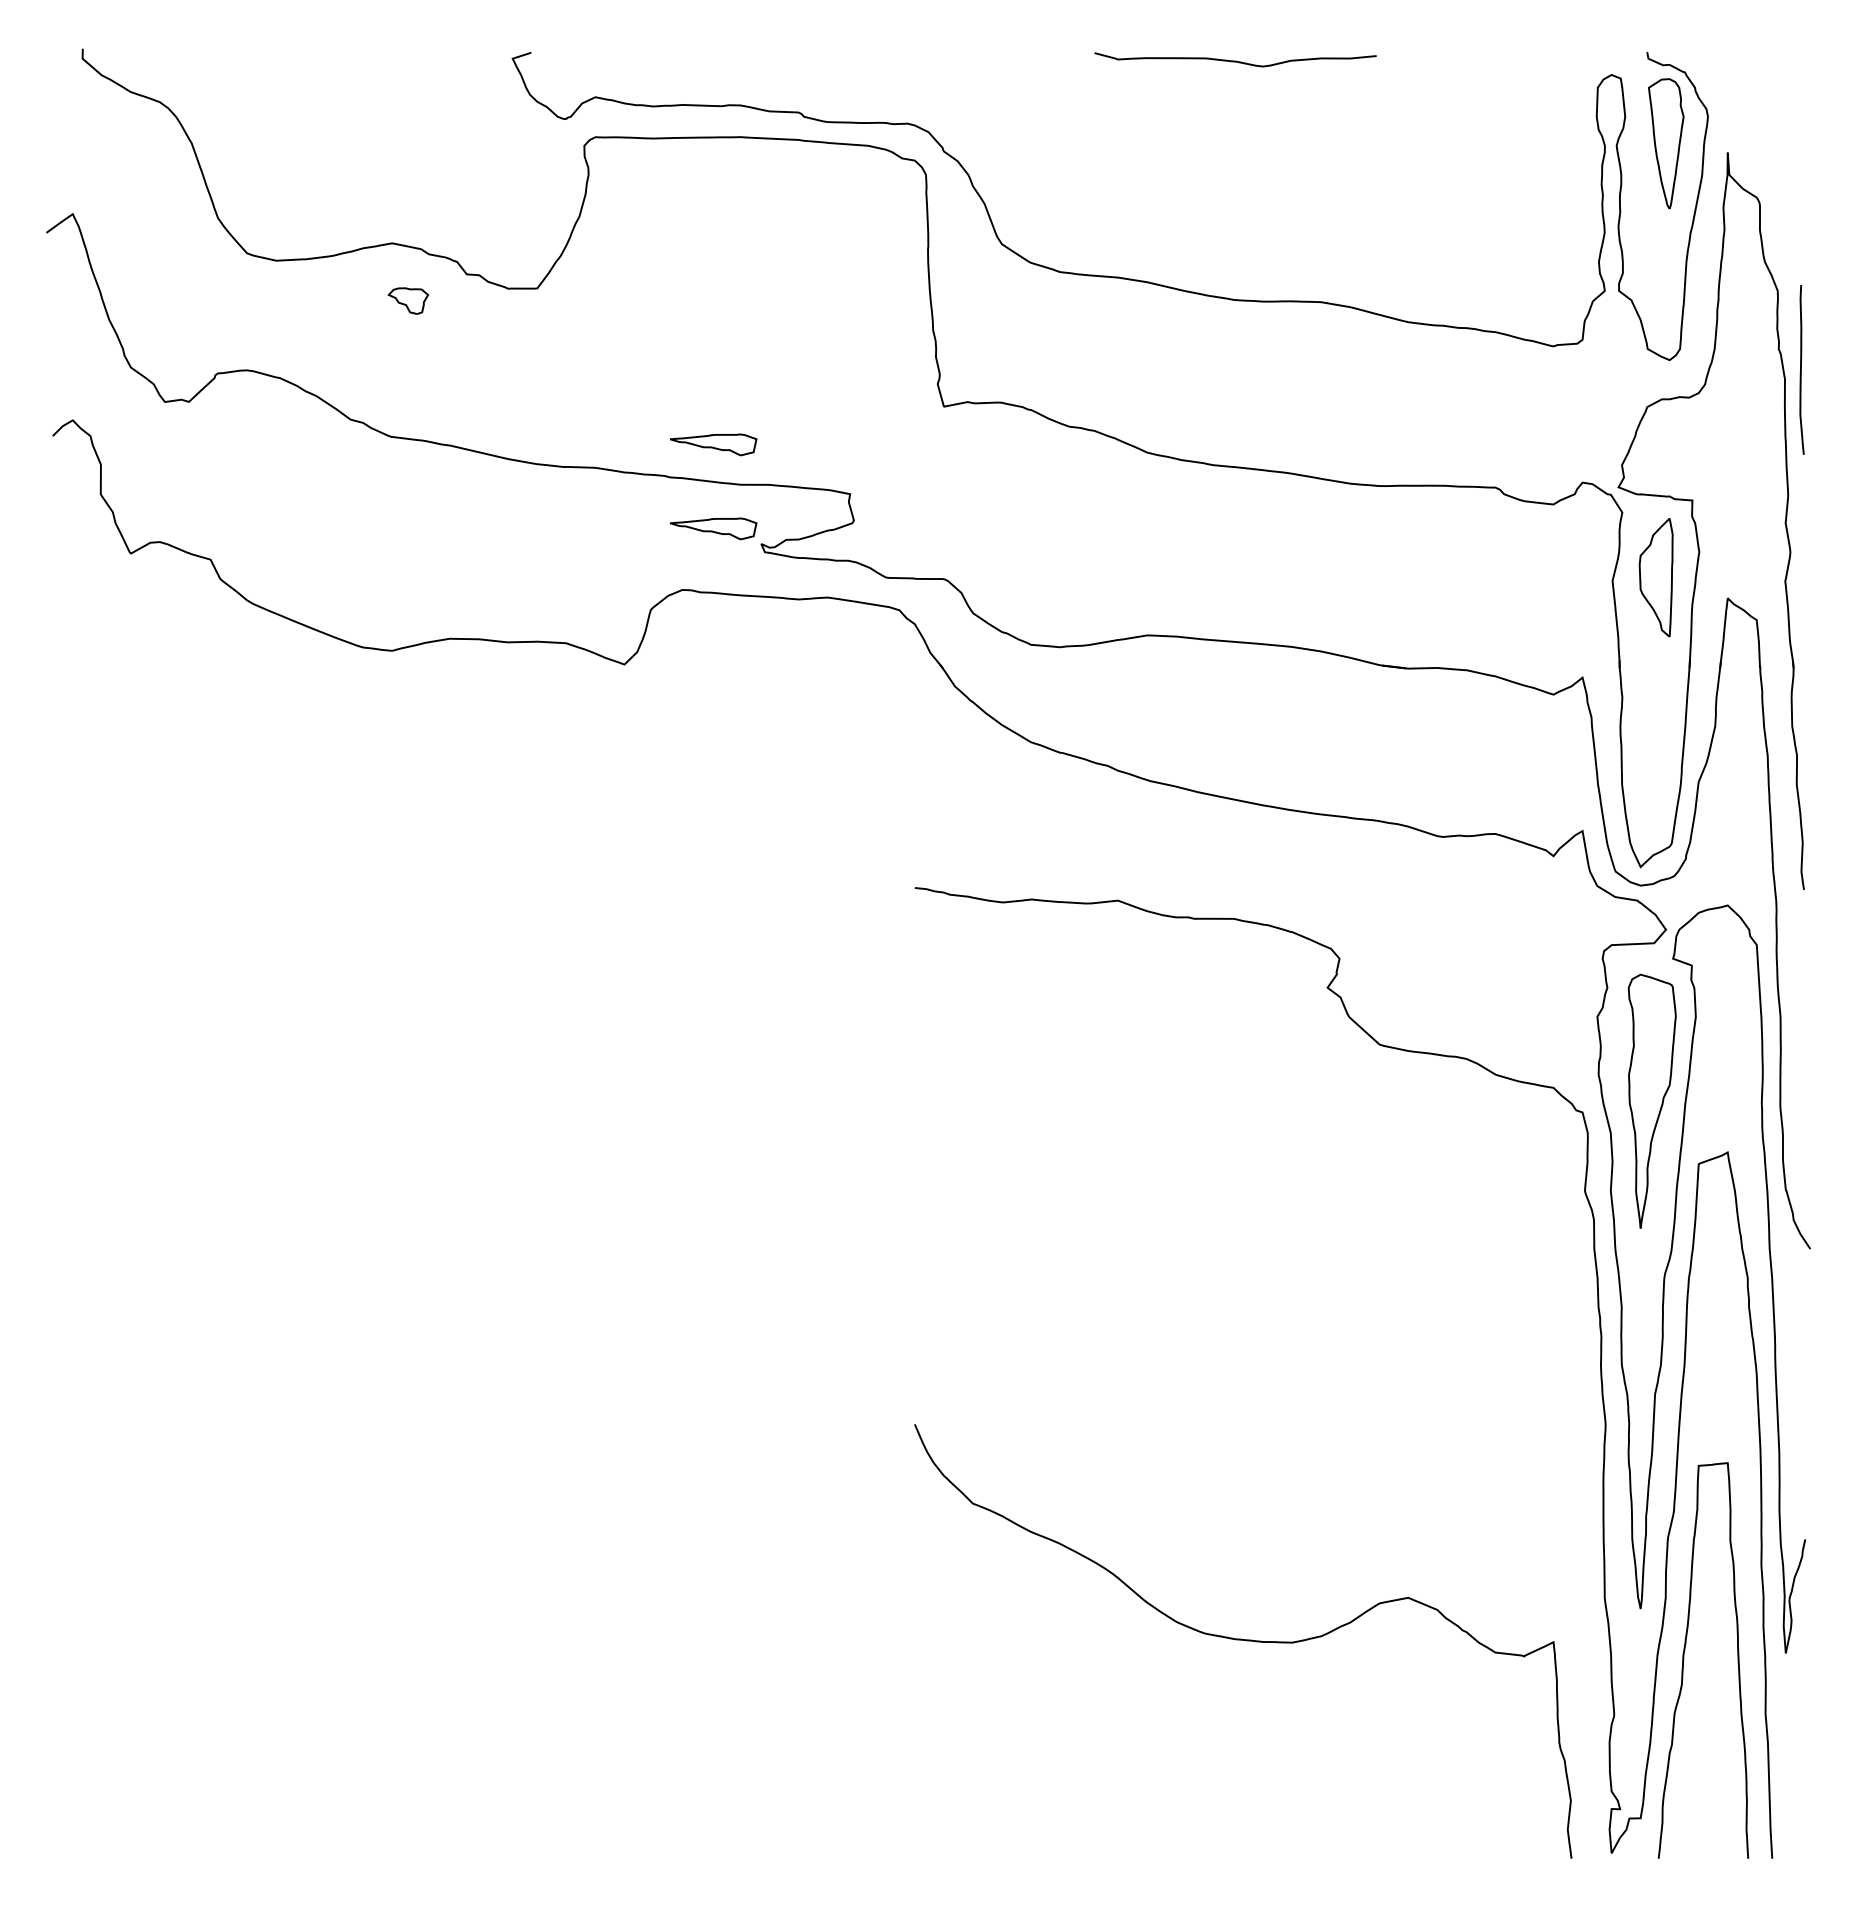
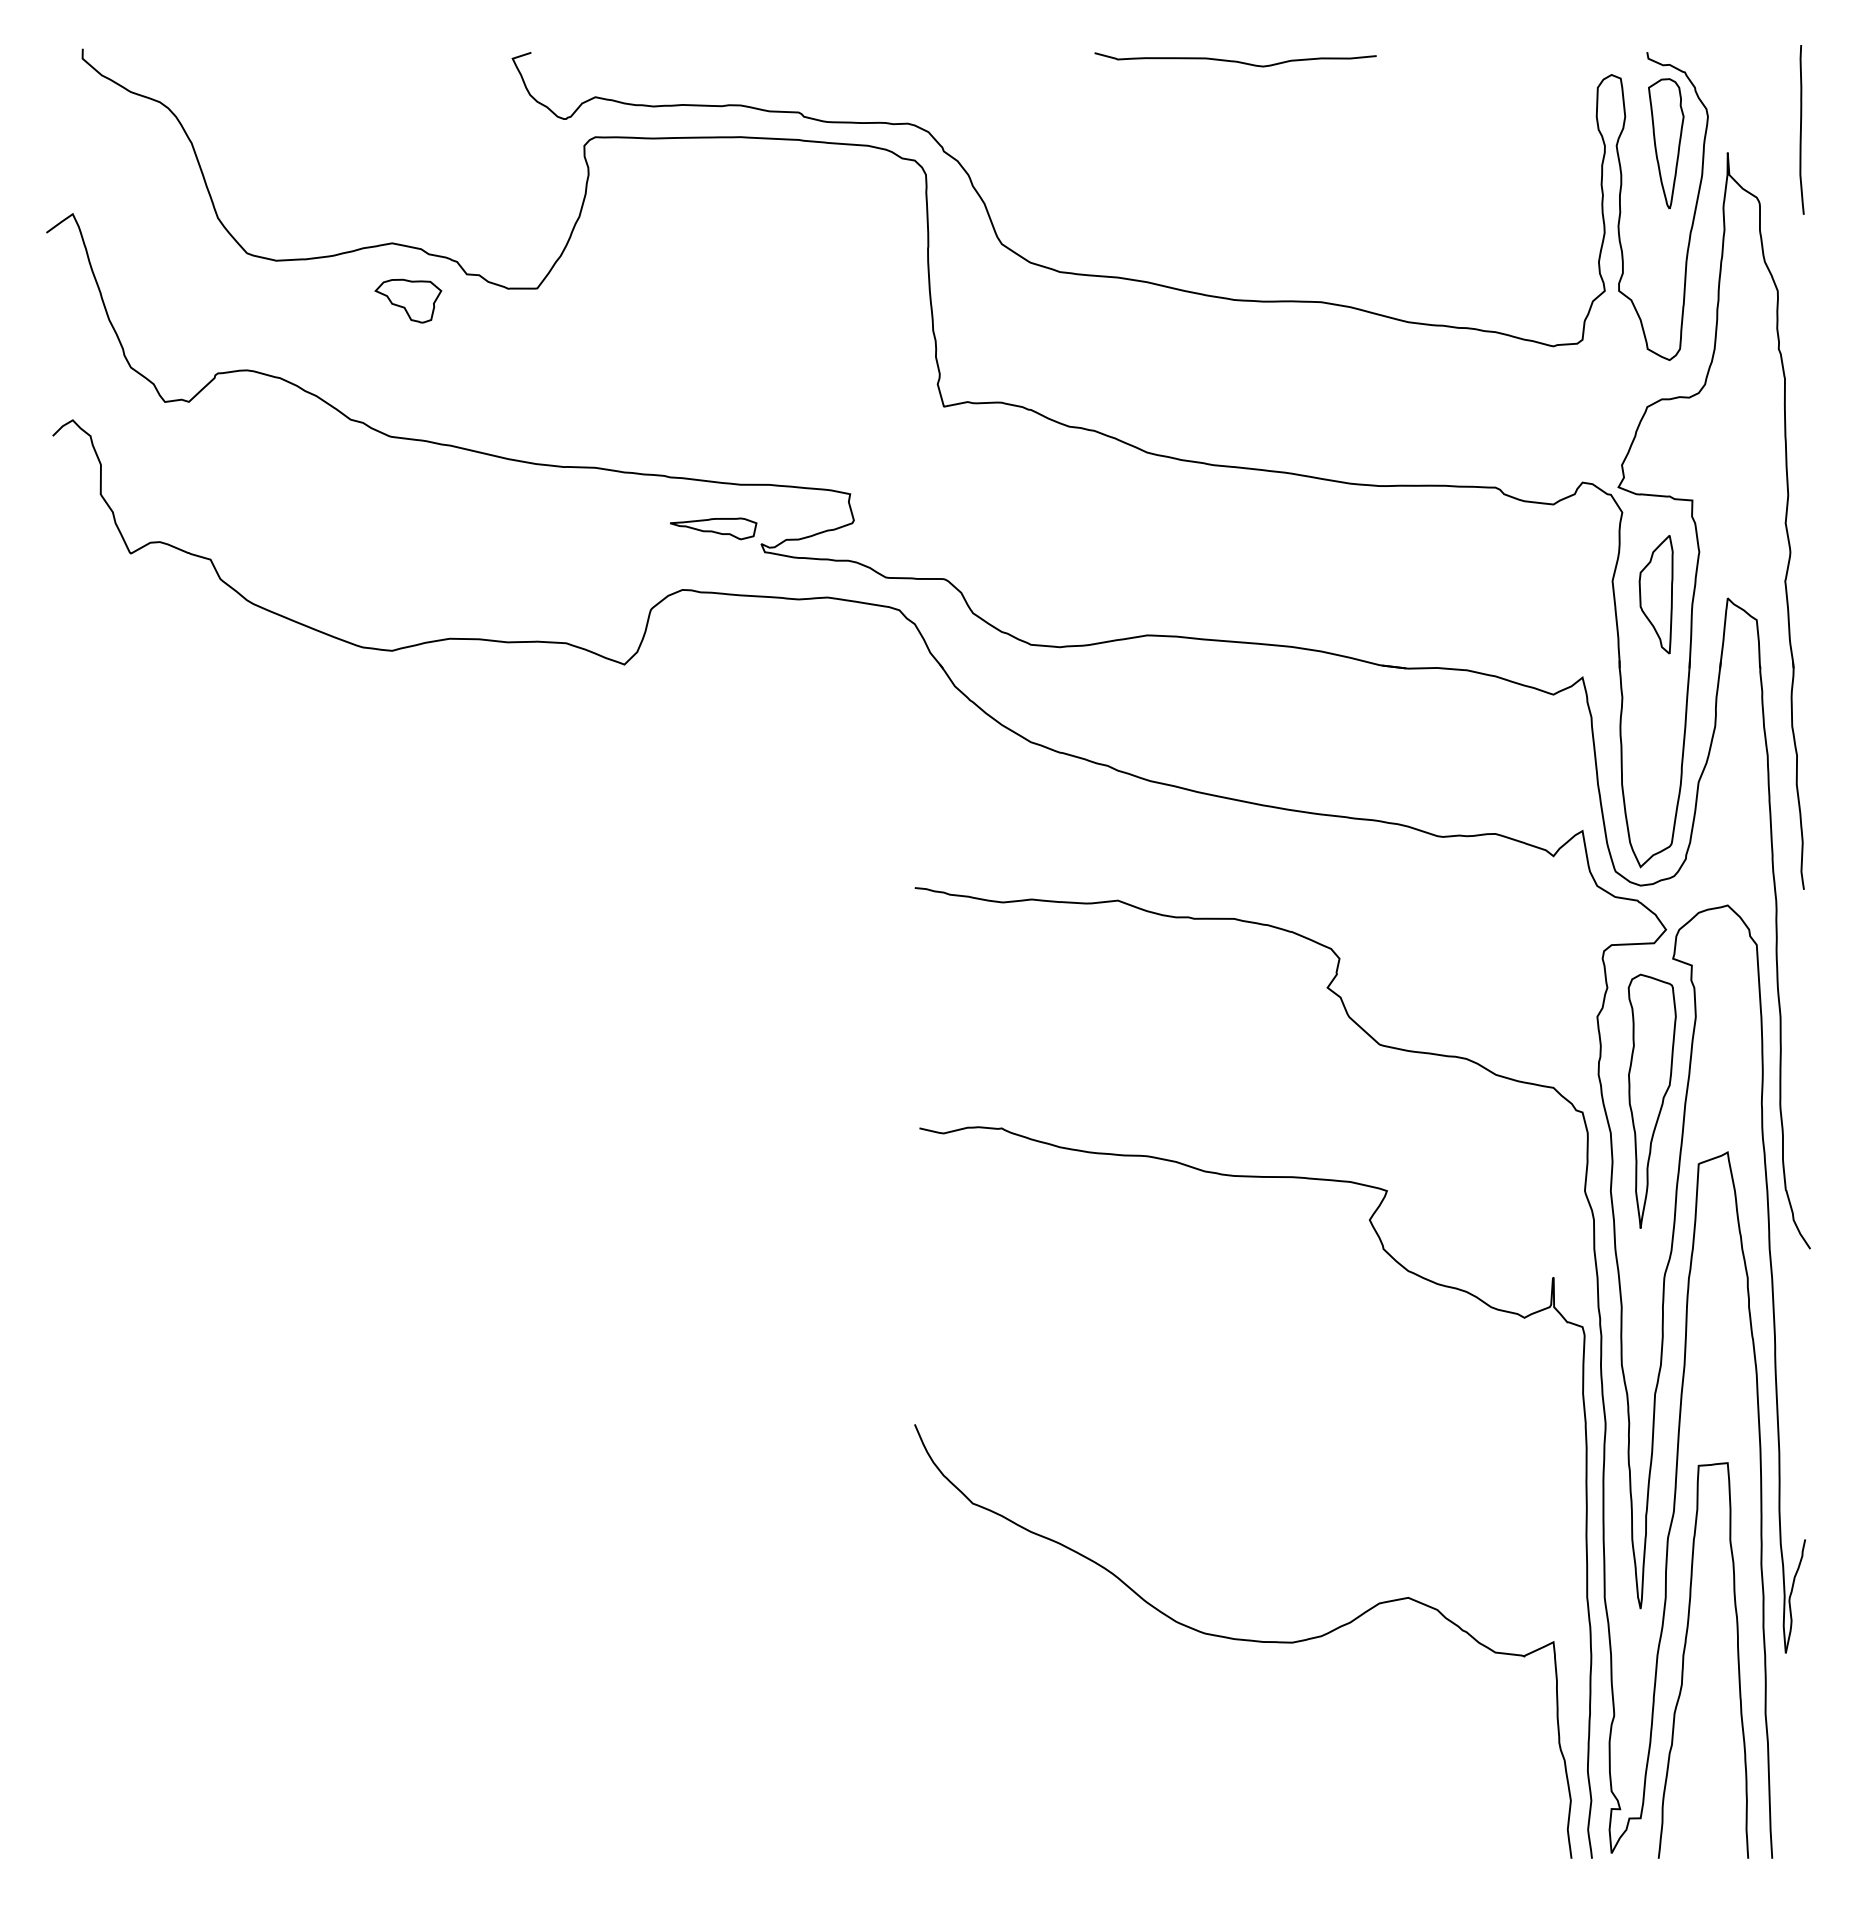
part at (408, 300) size: 43x28 px -> 69x46 px
curve at (1801, 369) position: (1801, 369) -> (1801, 129)
part at (713, 444): present -> none
part at (1655, 577) position: (1655, 577) -> (1655, 594)
curve at (1408, 1272): none -> present
